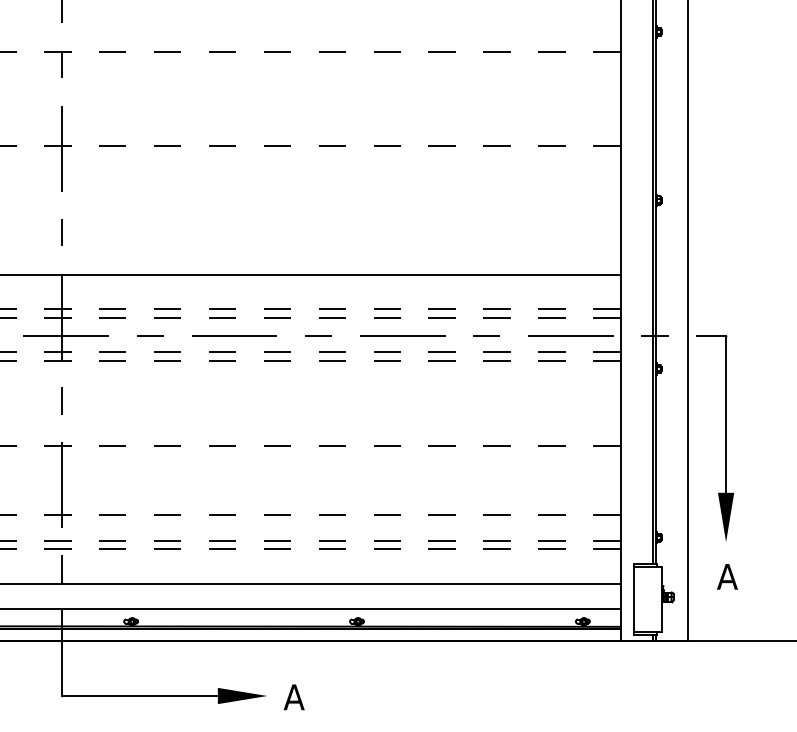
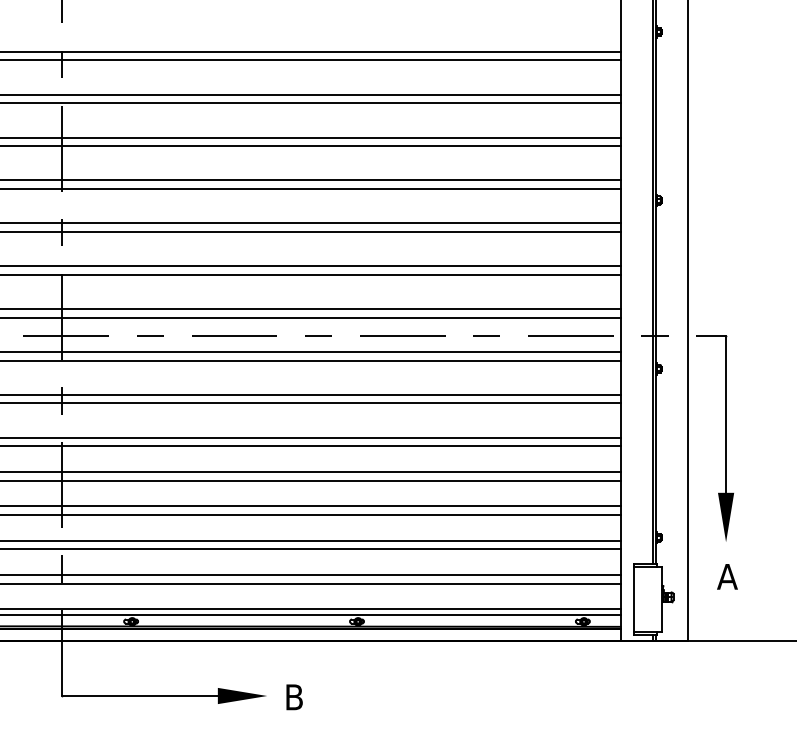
line at (310, 51): dashed -> solid
line at (311, 60): none -> present
line at (311, 94): none -> present
line at (311, 103): none -> present
line at (311, 137): none -> present
line at (310, 146): dashed -> solid
line at (311, 180): none -> present
line at (311, 189): none -> present
line at (311, 223): none -> present
line at (311, 231): none -> present
line at (311, 266): none -> present
line at (310, 309): dashed -> solid
line at (310, 317): dashed -> solid
line at (310, 352): dashed -> solid
line at (310, 360): dashed -> solid
line at (311, 394): none -> present
line at (311, 403): none -> present
line at (311, 437): none -> present
line at (310, 446): dashed -> solid
line at (311, 472): none -> present
line at (311, 480): none -> present
line at (311, 506): none -> present
line at (310, 515): dashed -> solid
line at (310, 540): dashed -> solid
line at (310, 549): dashed -> solid
line at (311, 575): none -> present
line at (311, 614): none -> present
text at (293, 697): A -> B
